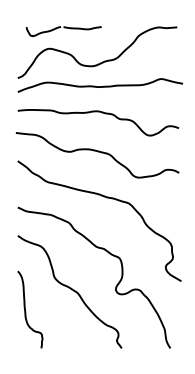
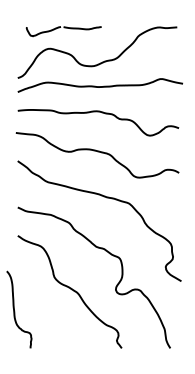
curve at (26, 311) position: (26, 311) -> (15, 311)
